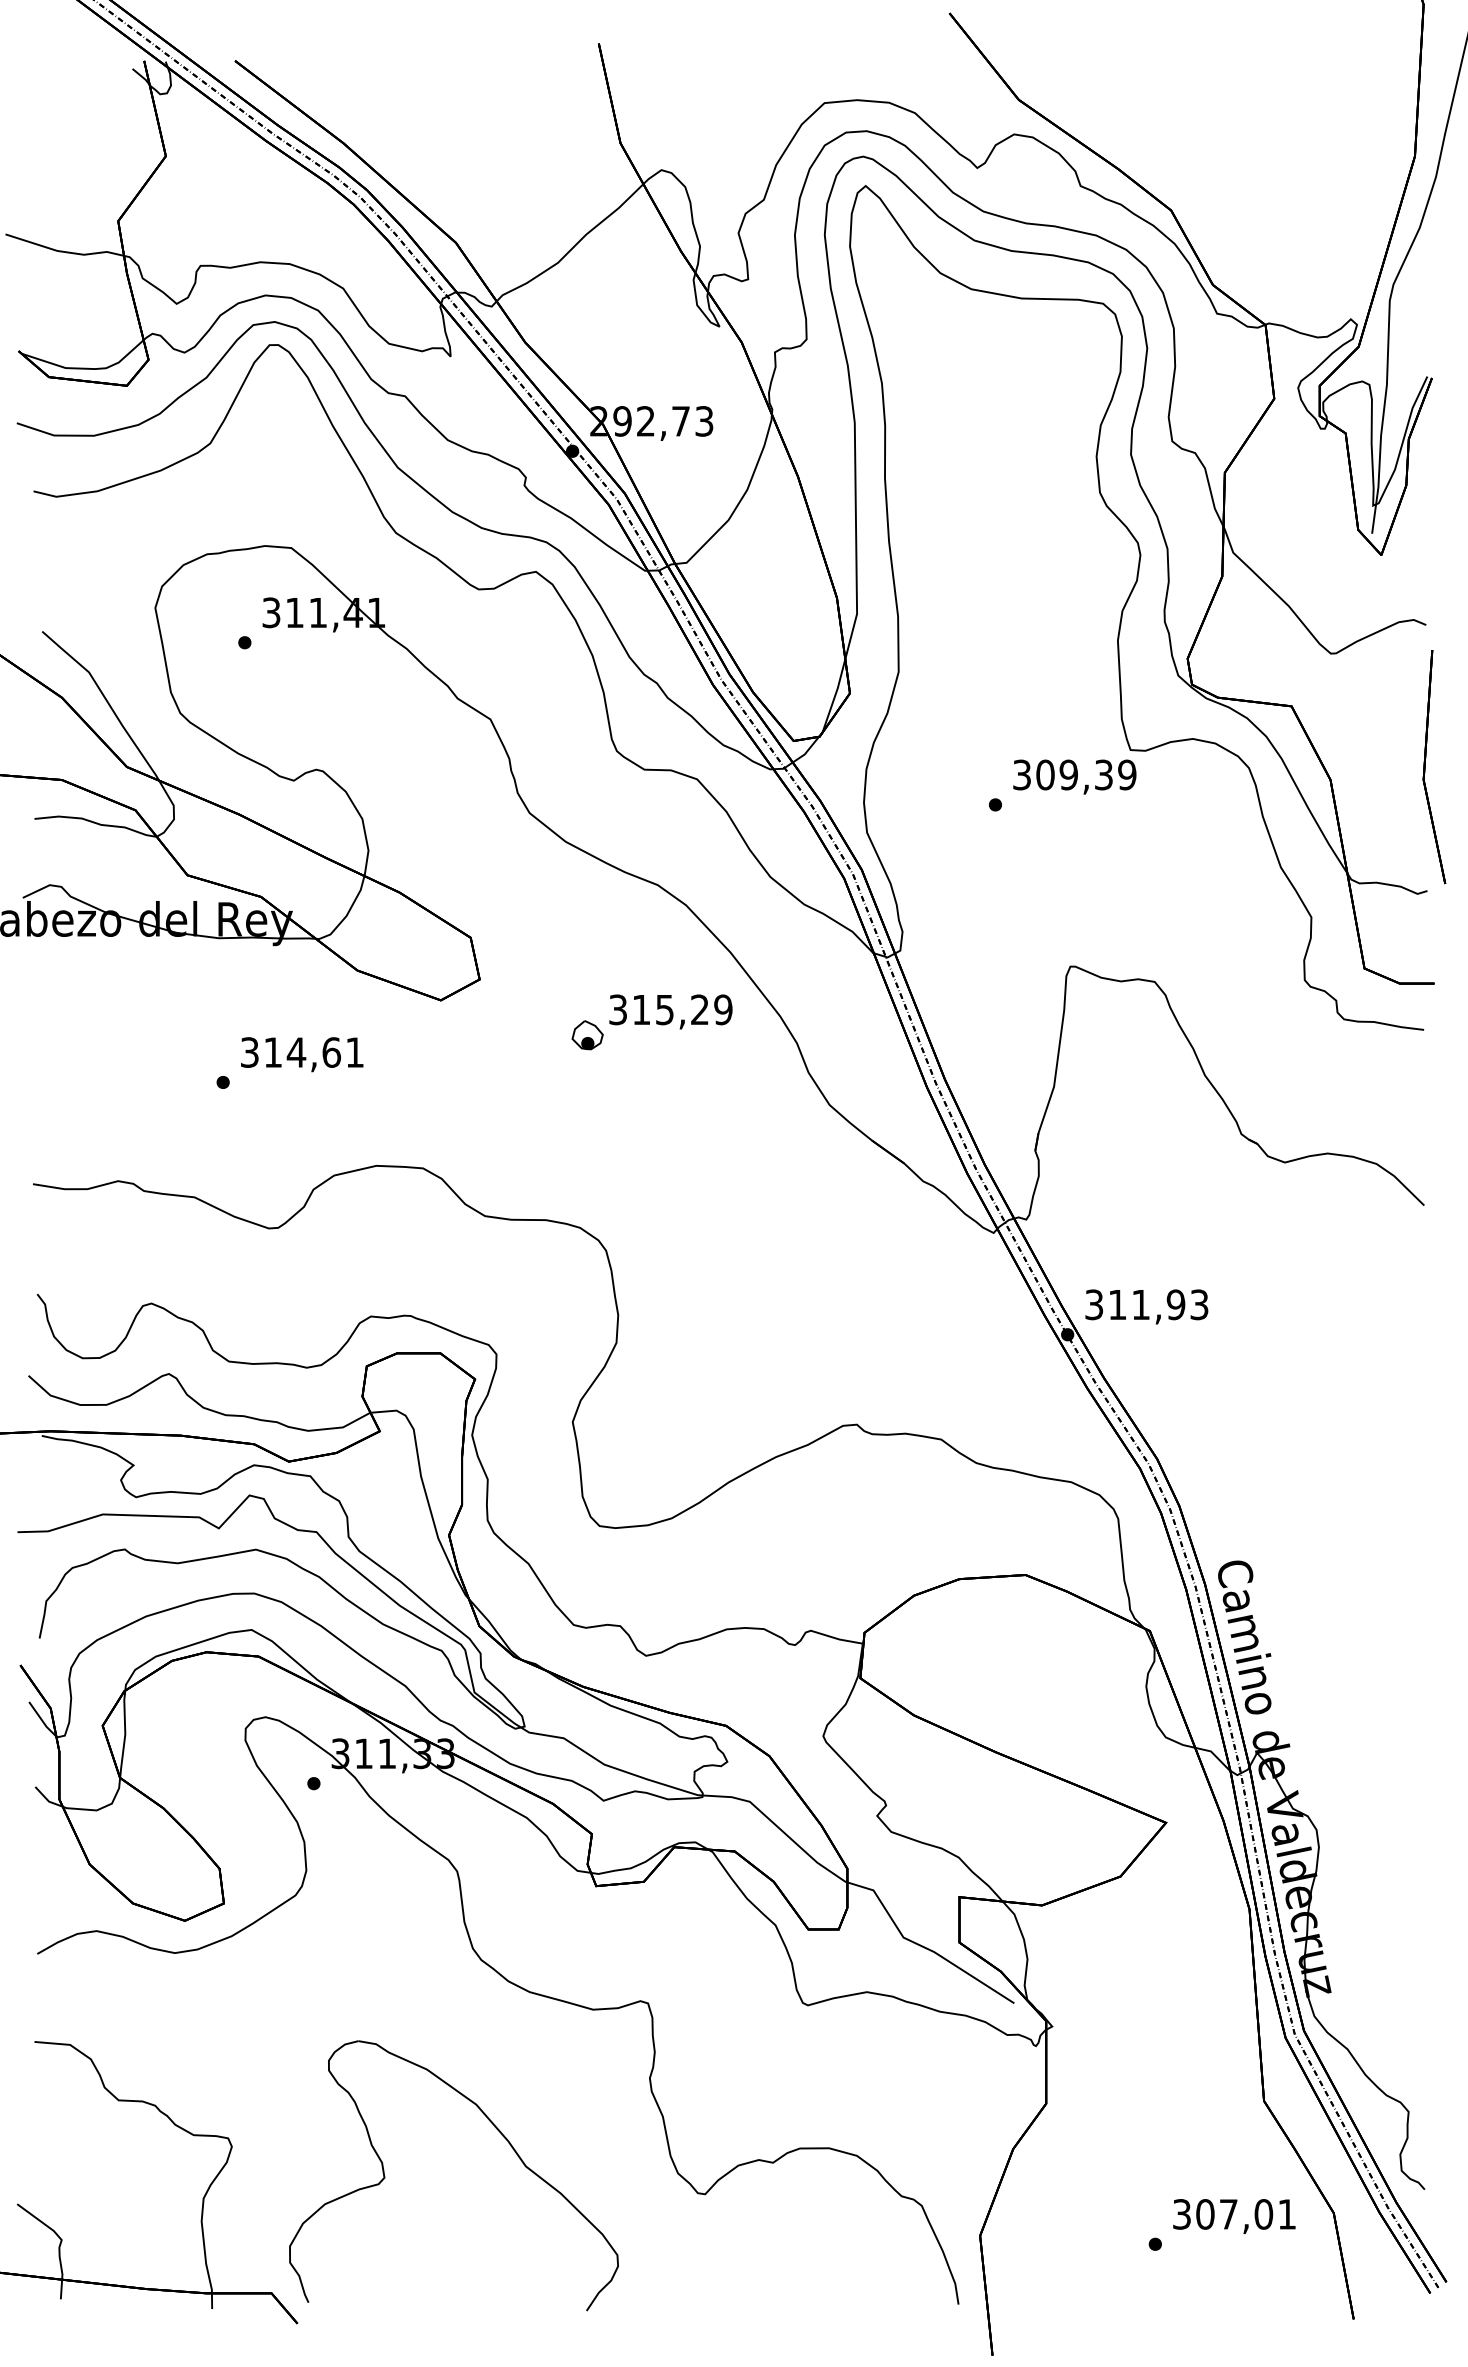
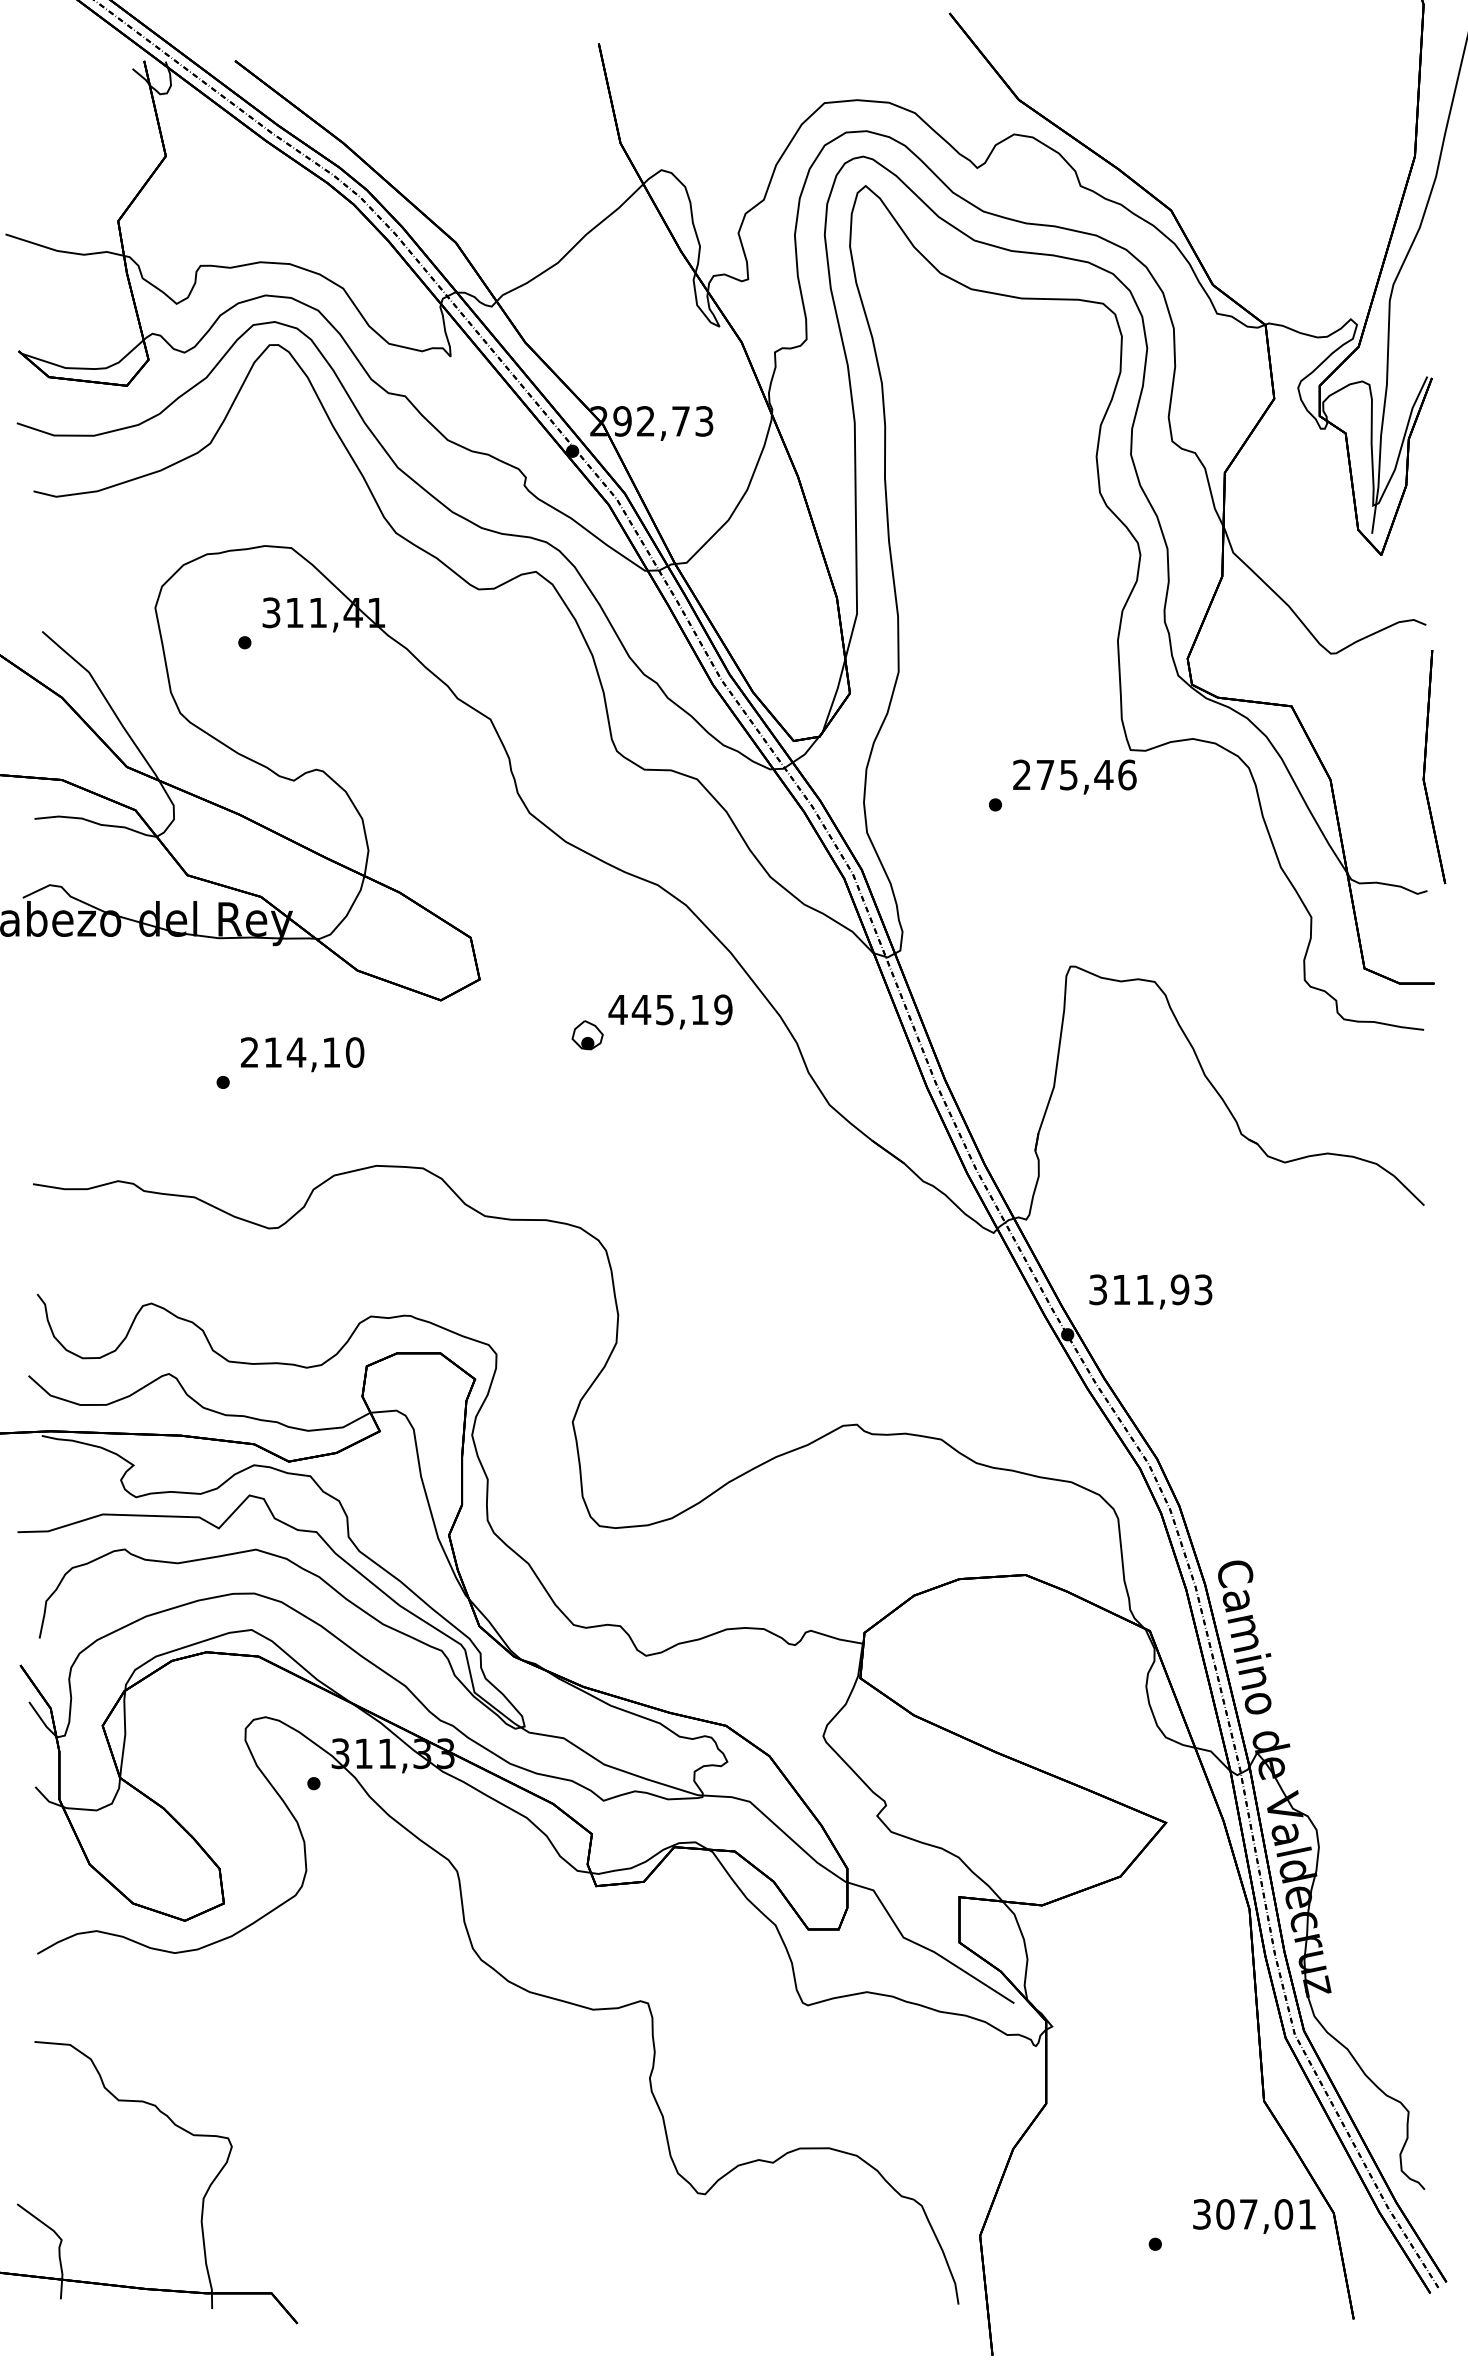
text at (1074, 774): 309,39 -> 275,46
text at (658, 1009): 315,29 -> 445,19
text at (302, 1052): 314,61 -> 214,10
text at (1146, 1306) position: (1146, 1306) -> (1150, 1291)
part at (502, 2136): present -> none
text at (1234, 2216) position: (1234, 2216) -> (1254, 2216)
